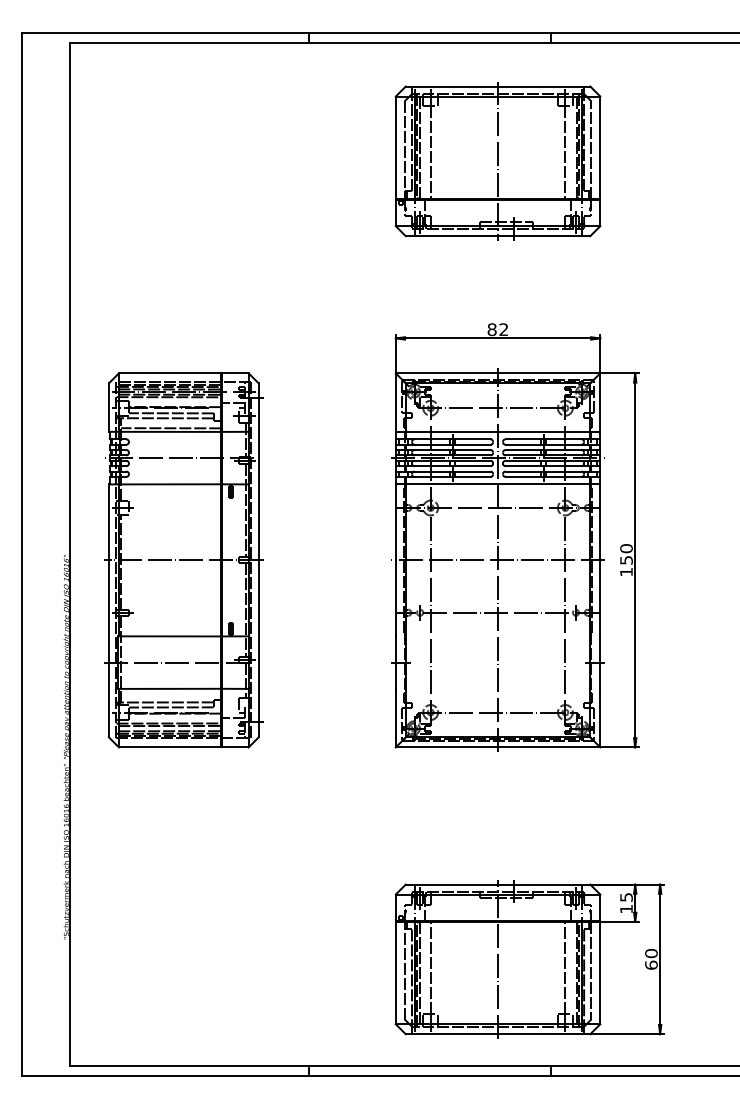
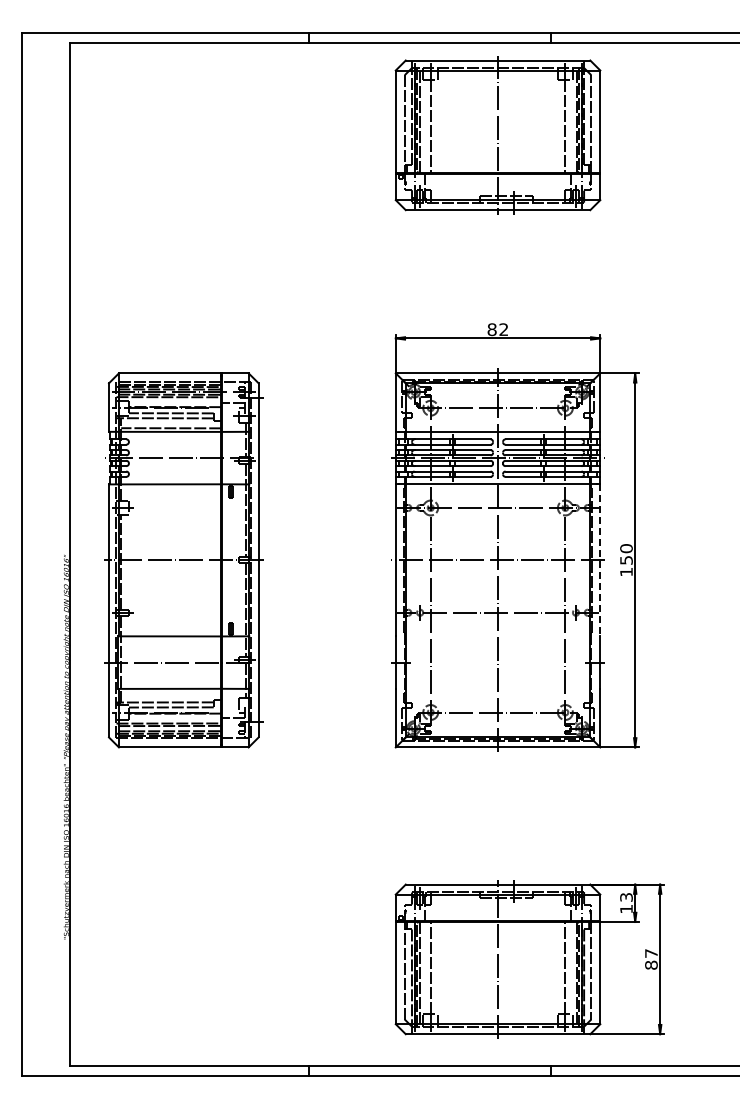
part at (497, 161) position: (497, 161) -> (497, 135)
line at (600, 560): solid -> dashed
text at (625, 897): 15 -> 13
text at (651, 958): 60 -> 87
